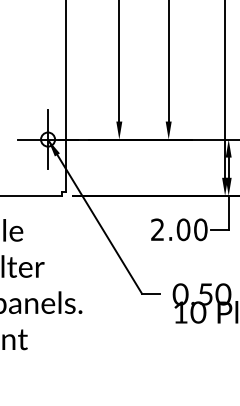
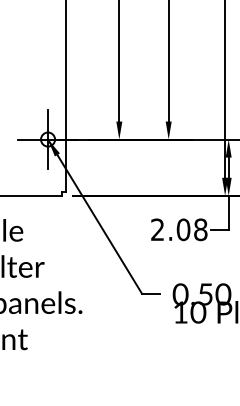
text at (200, 229): 2.00 -> 2.08
